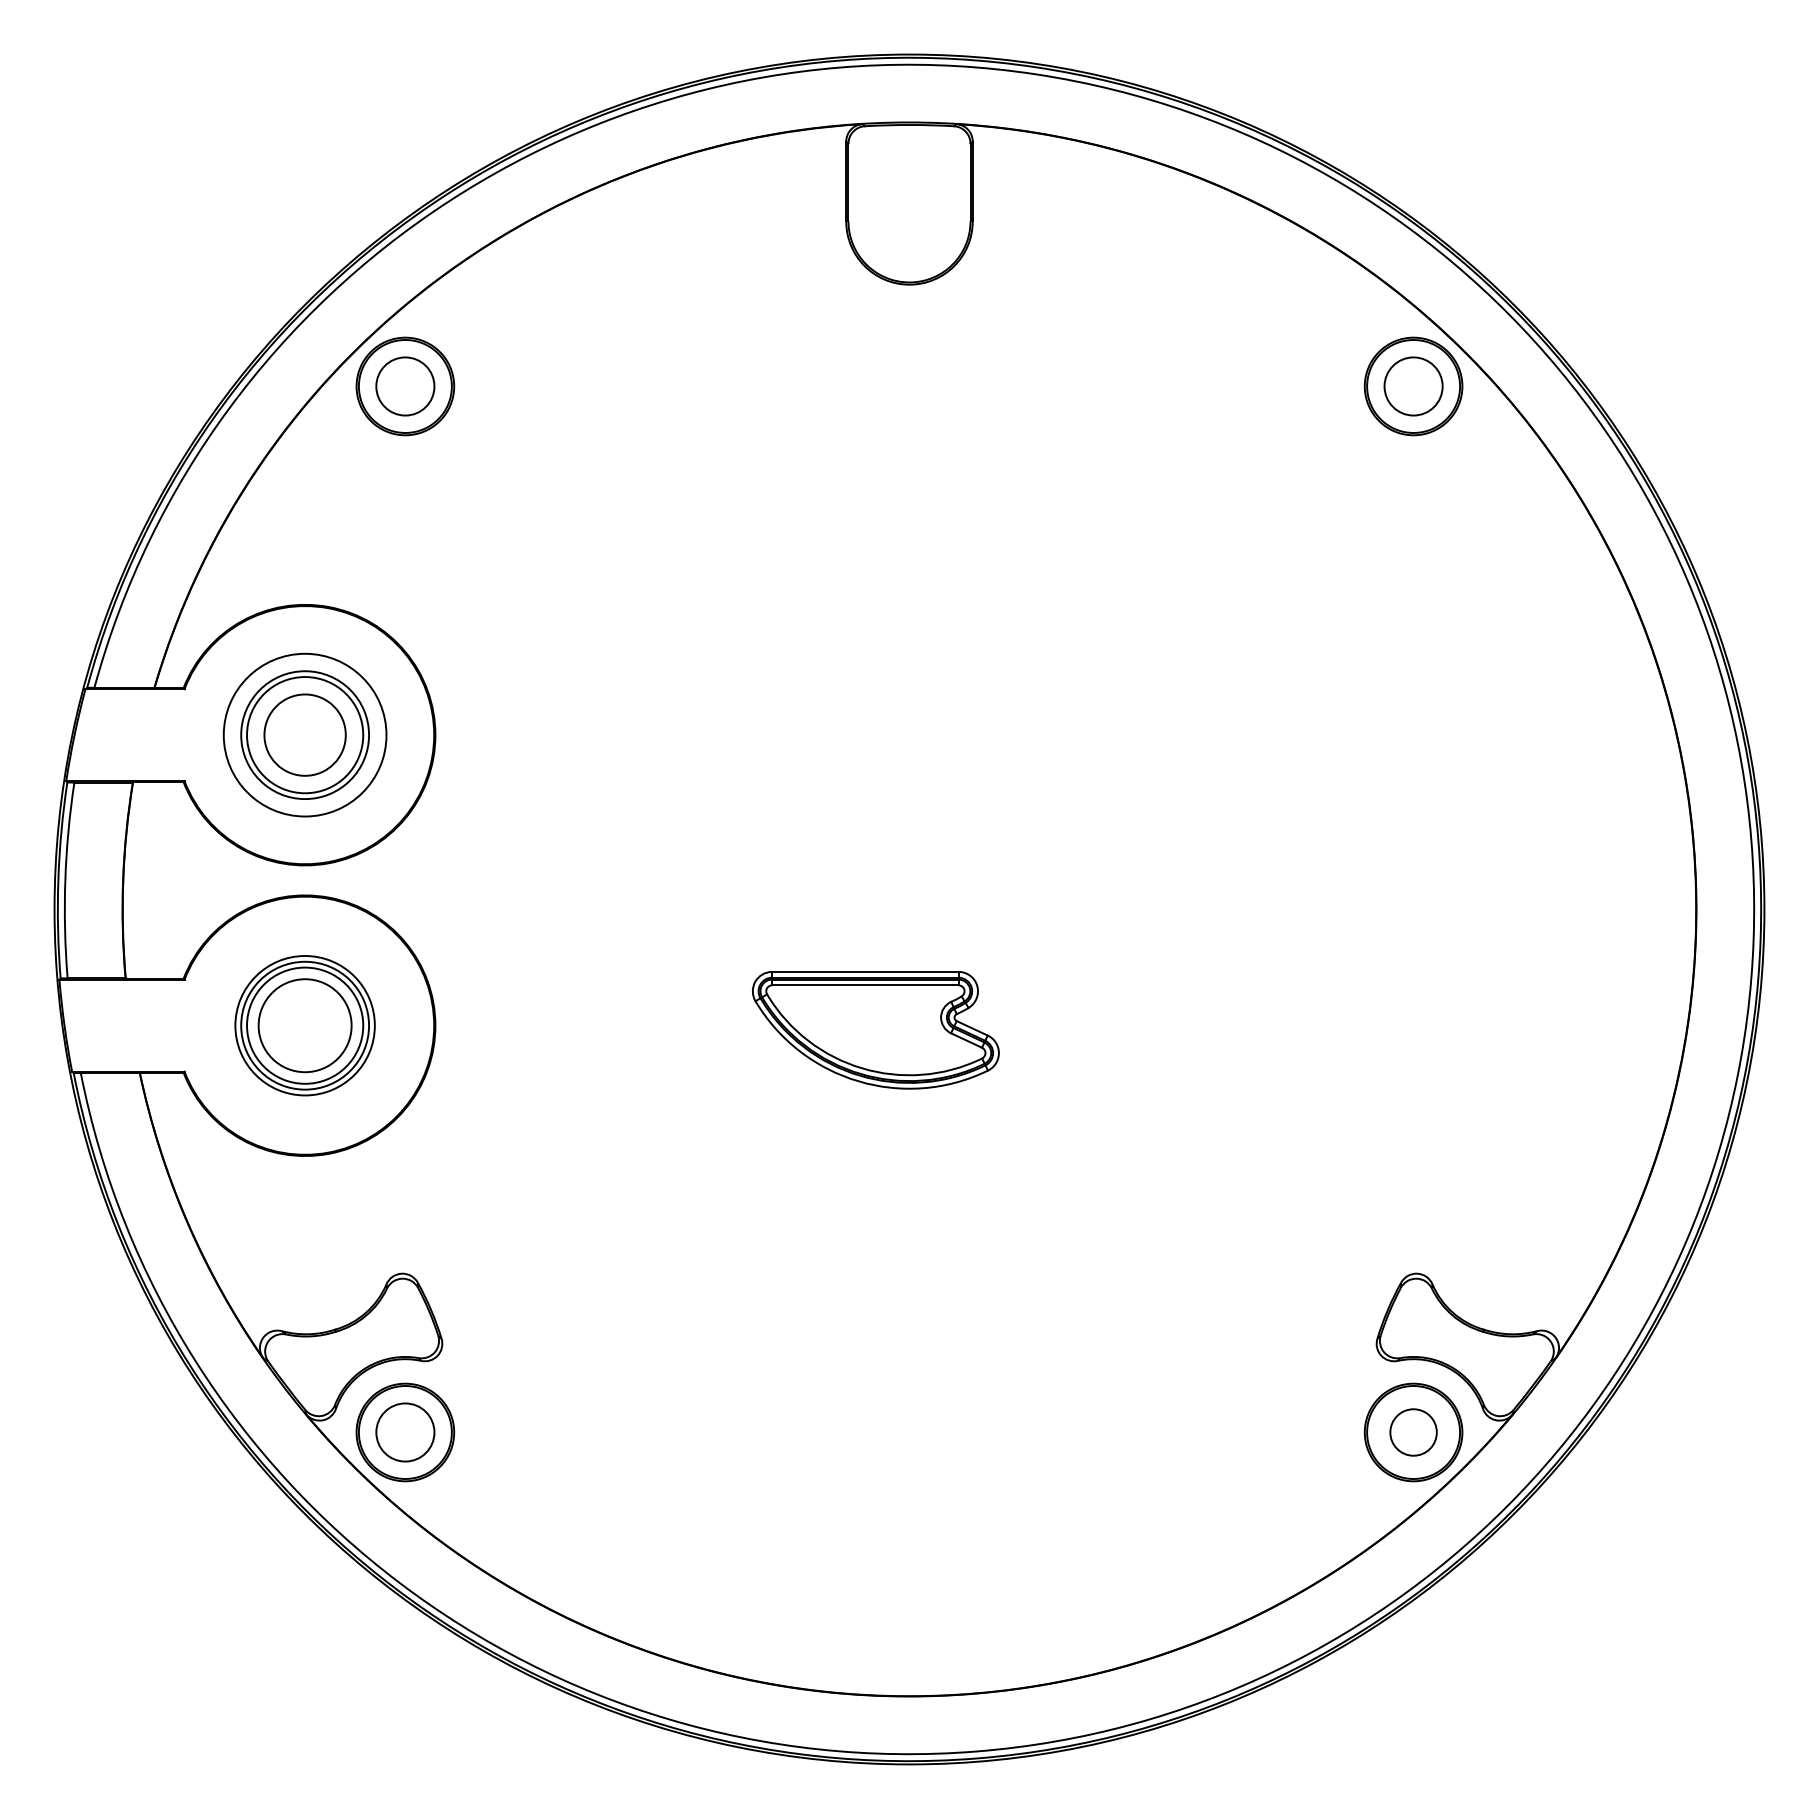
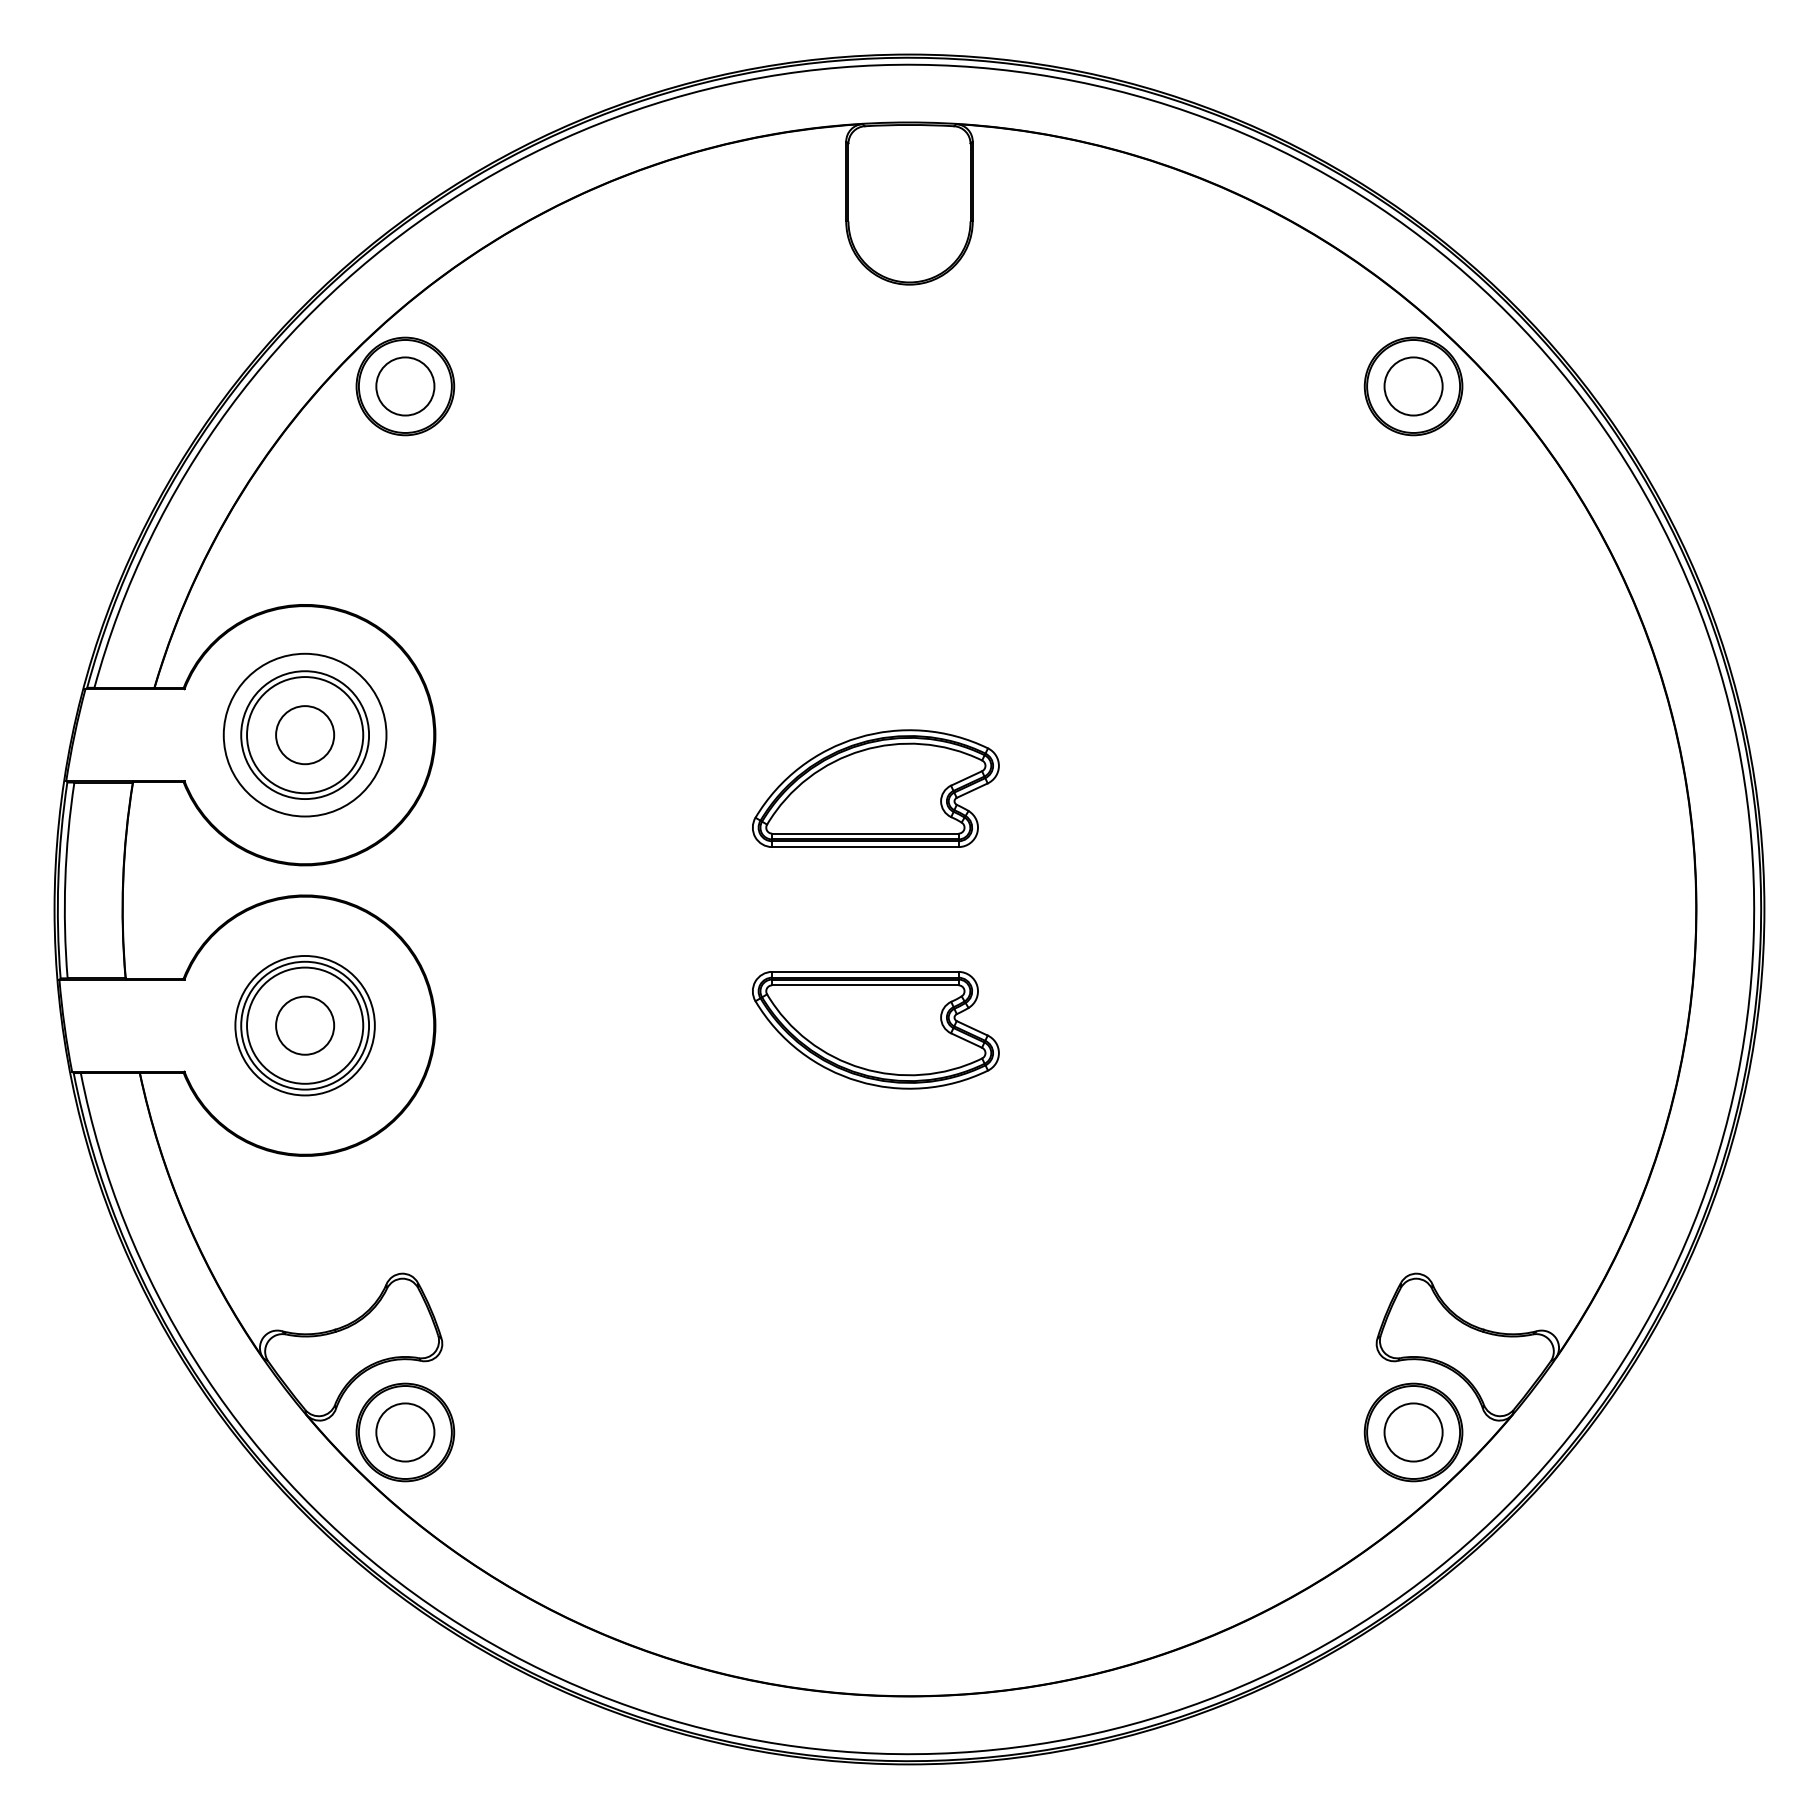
circle at (304, 734) diameter: 81 px -> 58 px
part at (875, 788): none -> present
circle at (304, 1025) diameter: 93 px -> 58 px
circle at (1413, 1432) diameter: 46 px -> 58 px
